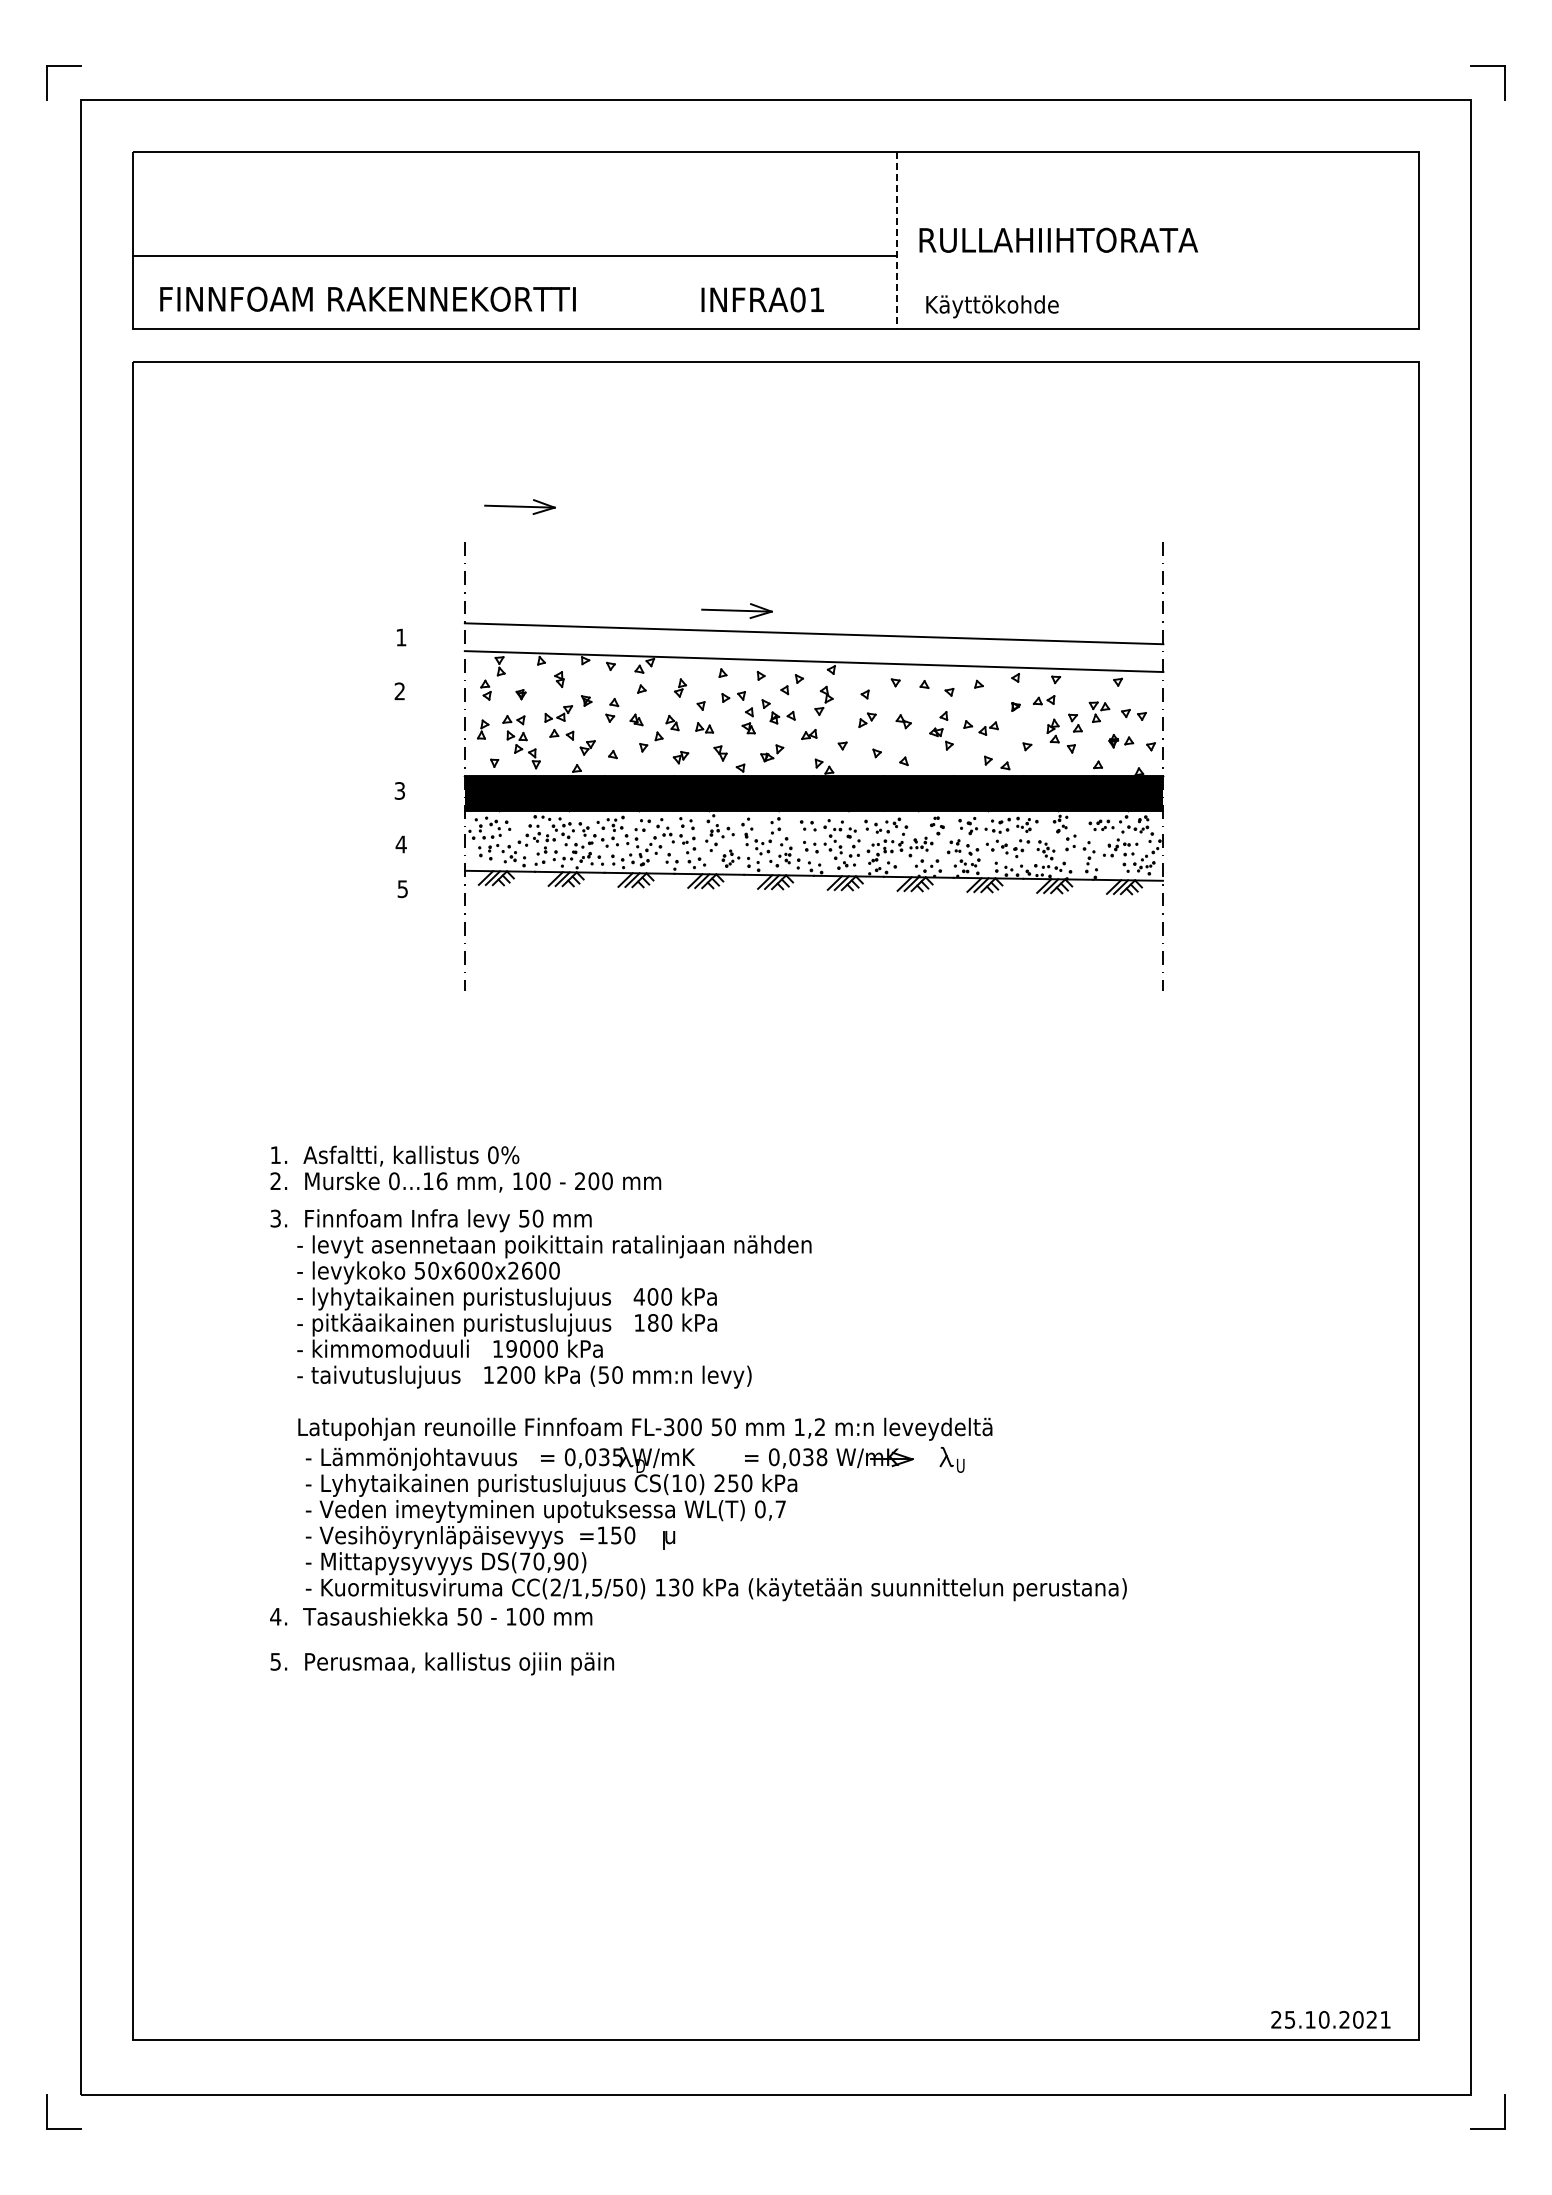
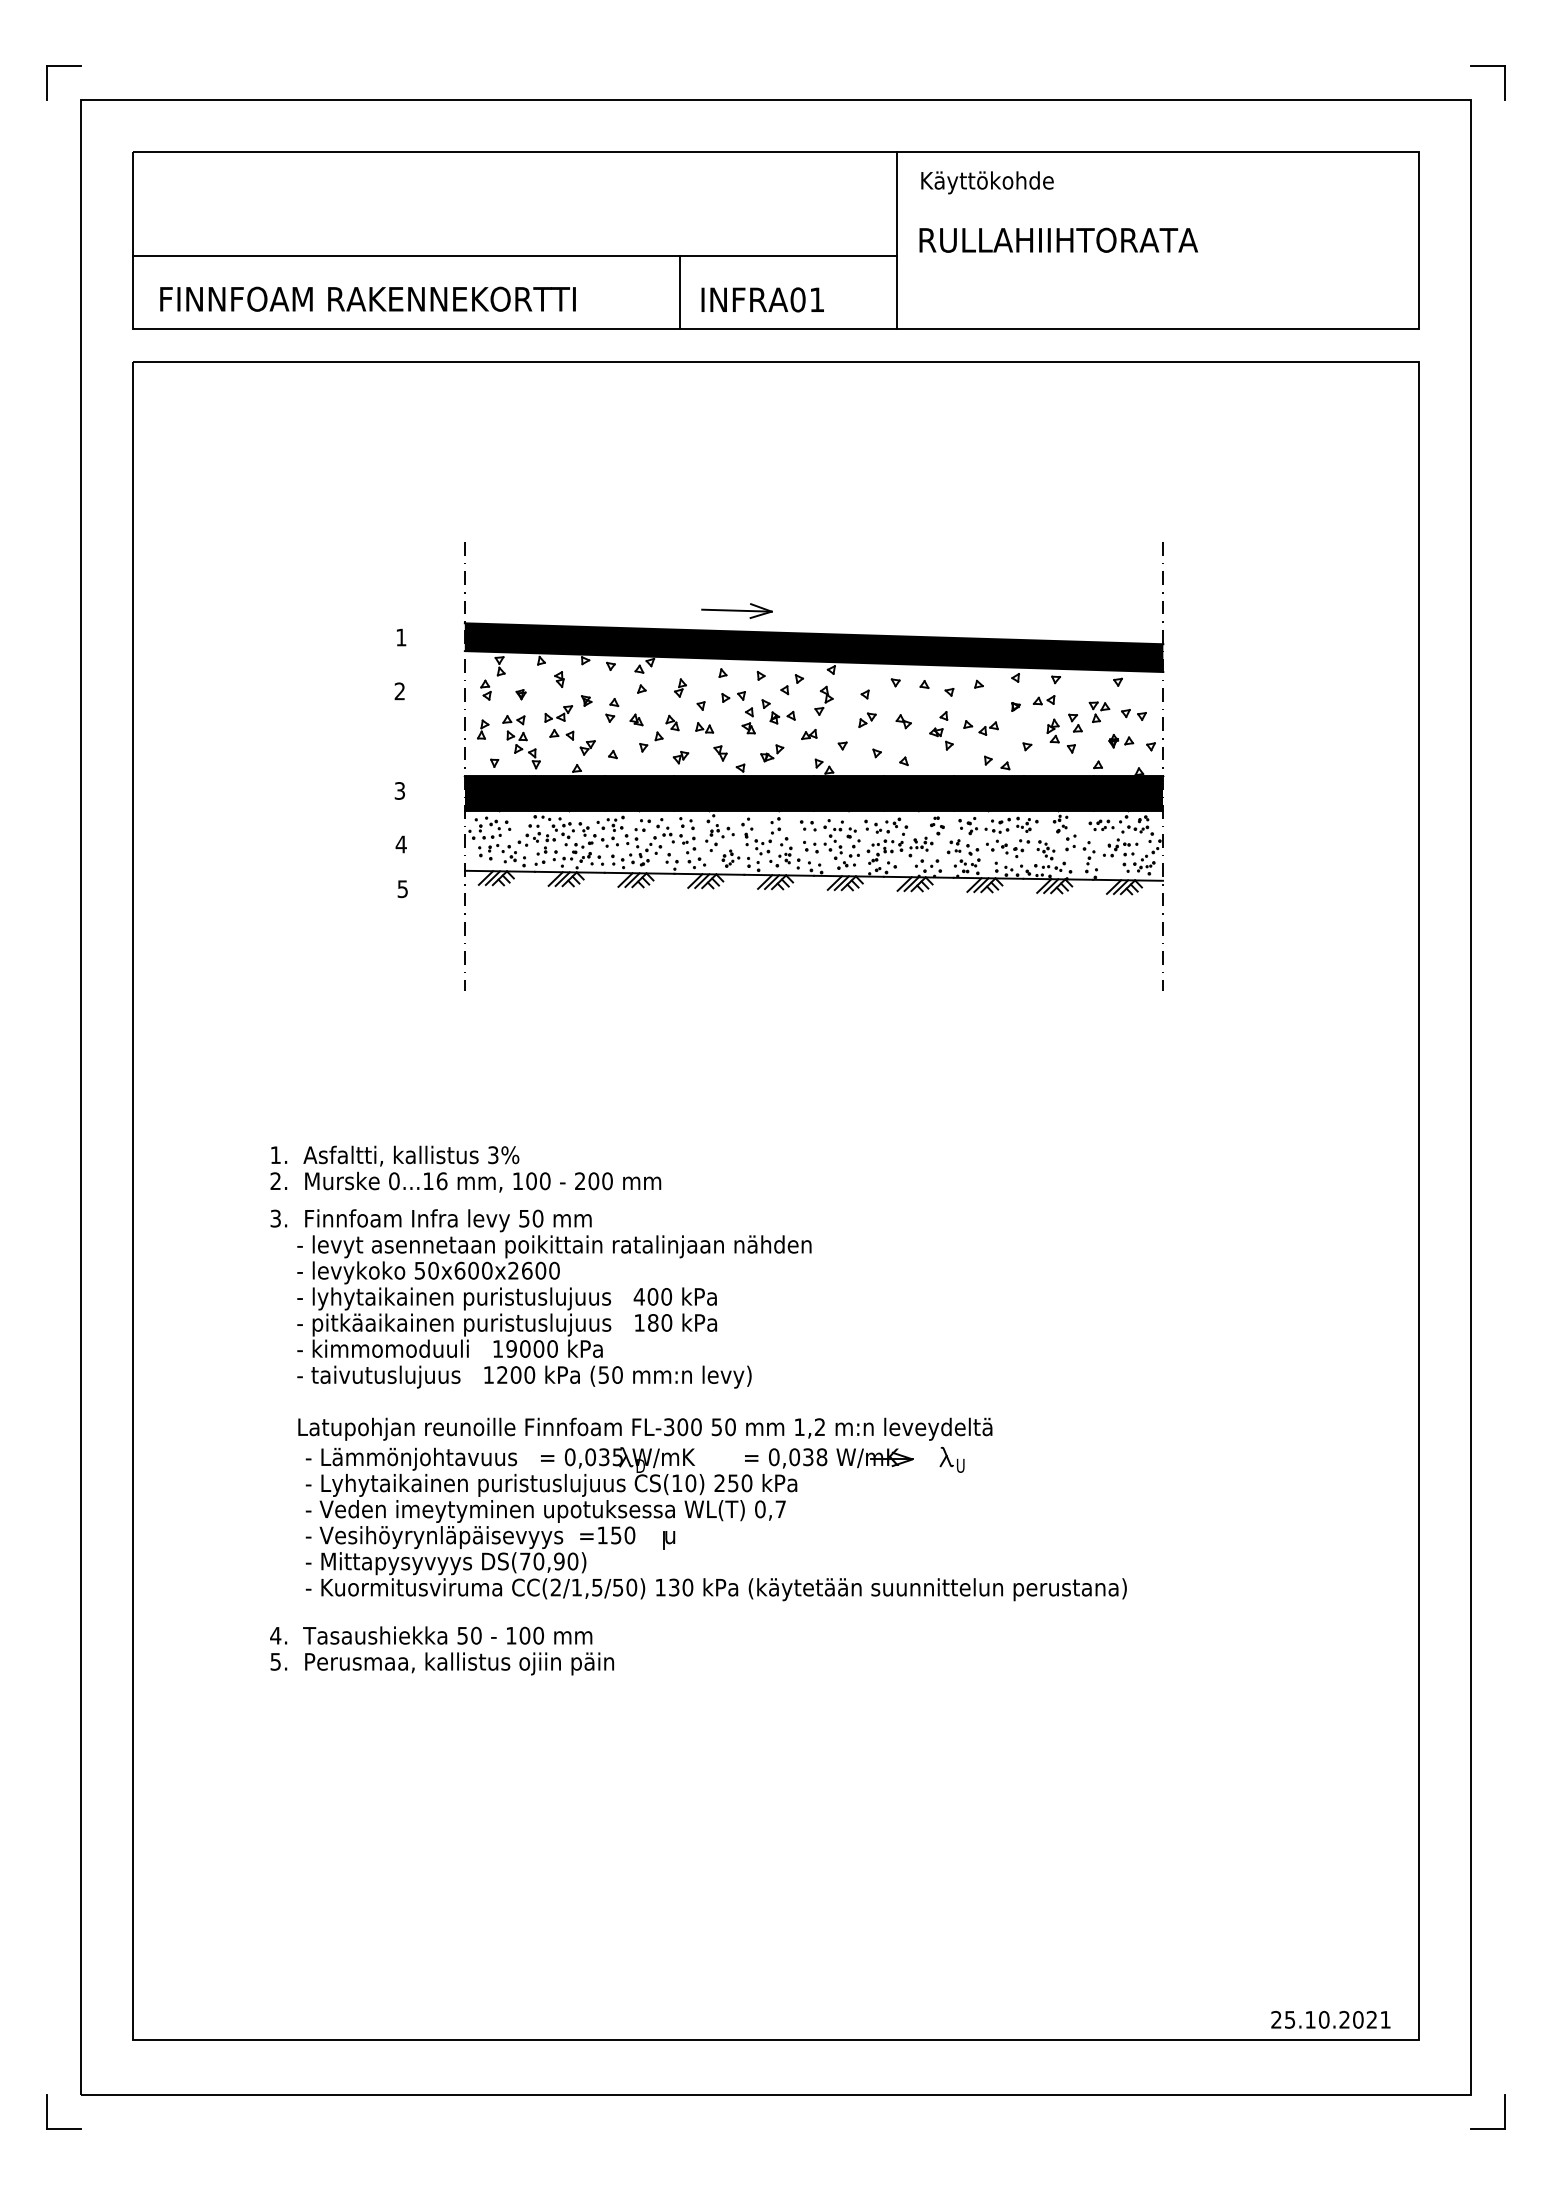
line at (897, 240): dashed -> solid
line at (679, 292): none -> present
text at (992, 306) position: (992, 306) -> (987, 182)
part at (519, 506): present -> none
fill at (813, 647): none -> present
text at (493, 1155): 0% -> 3%
text at (431, 1616) position: (431, 1616) -> (431, 1635)
